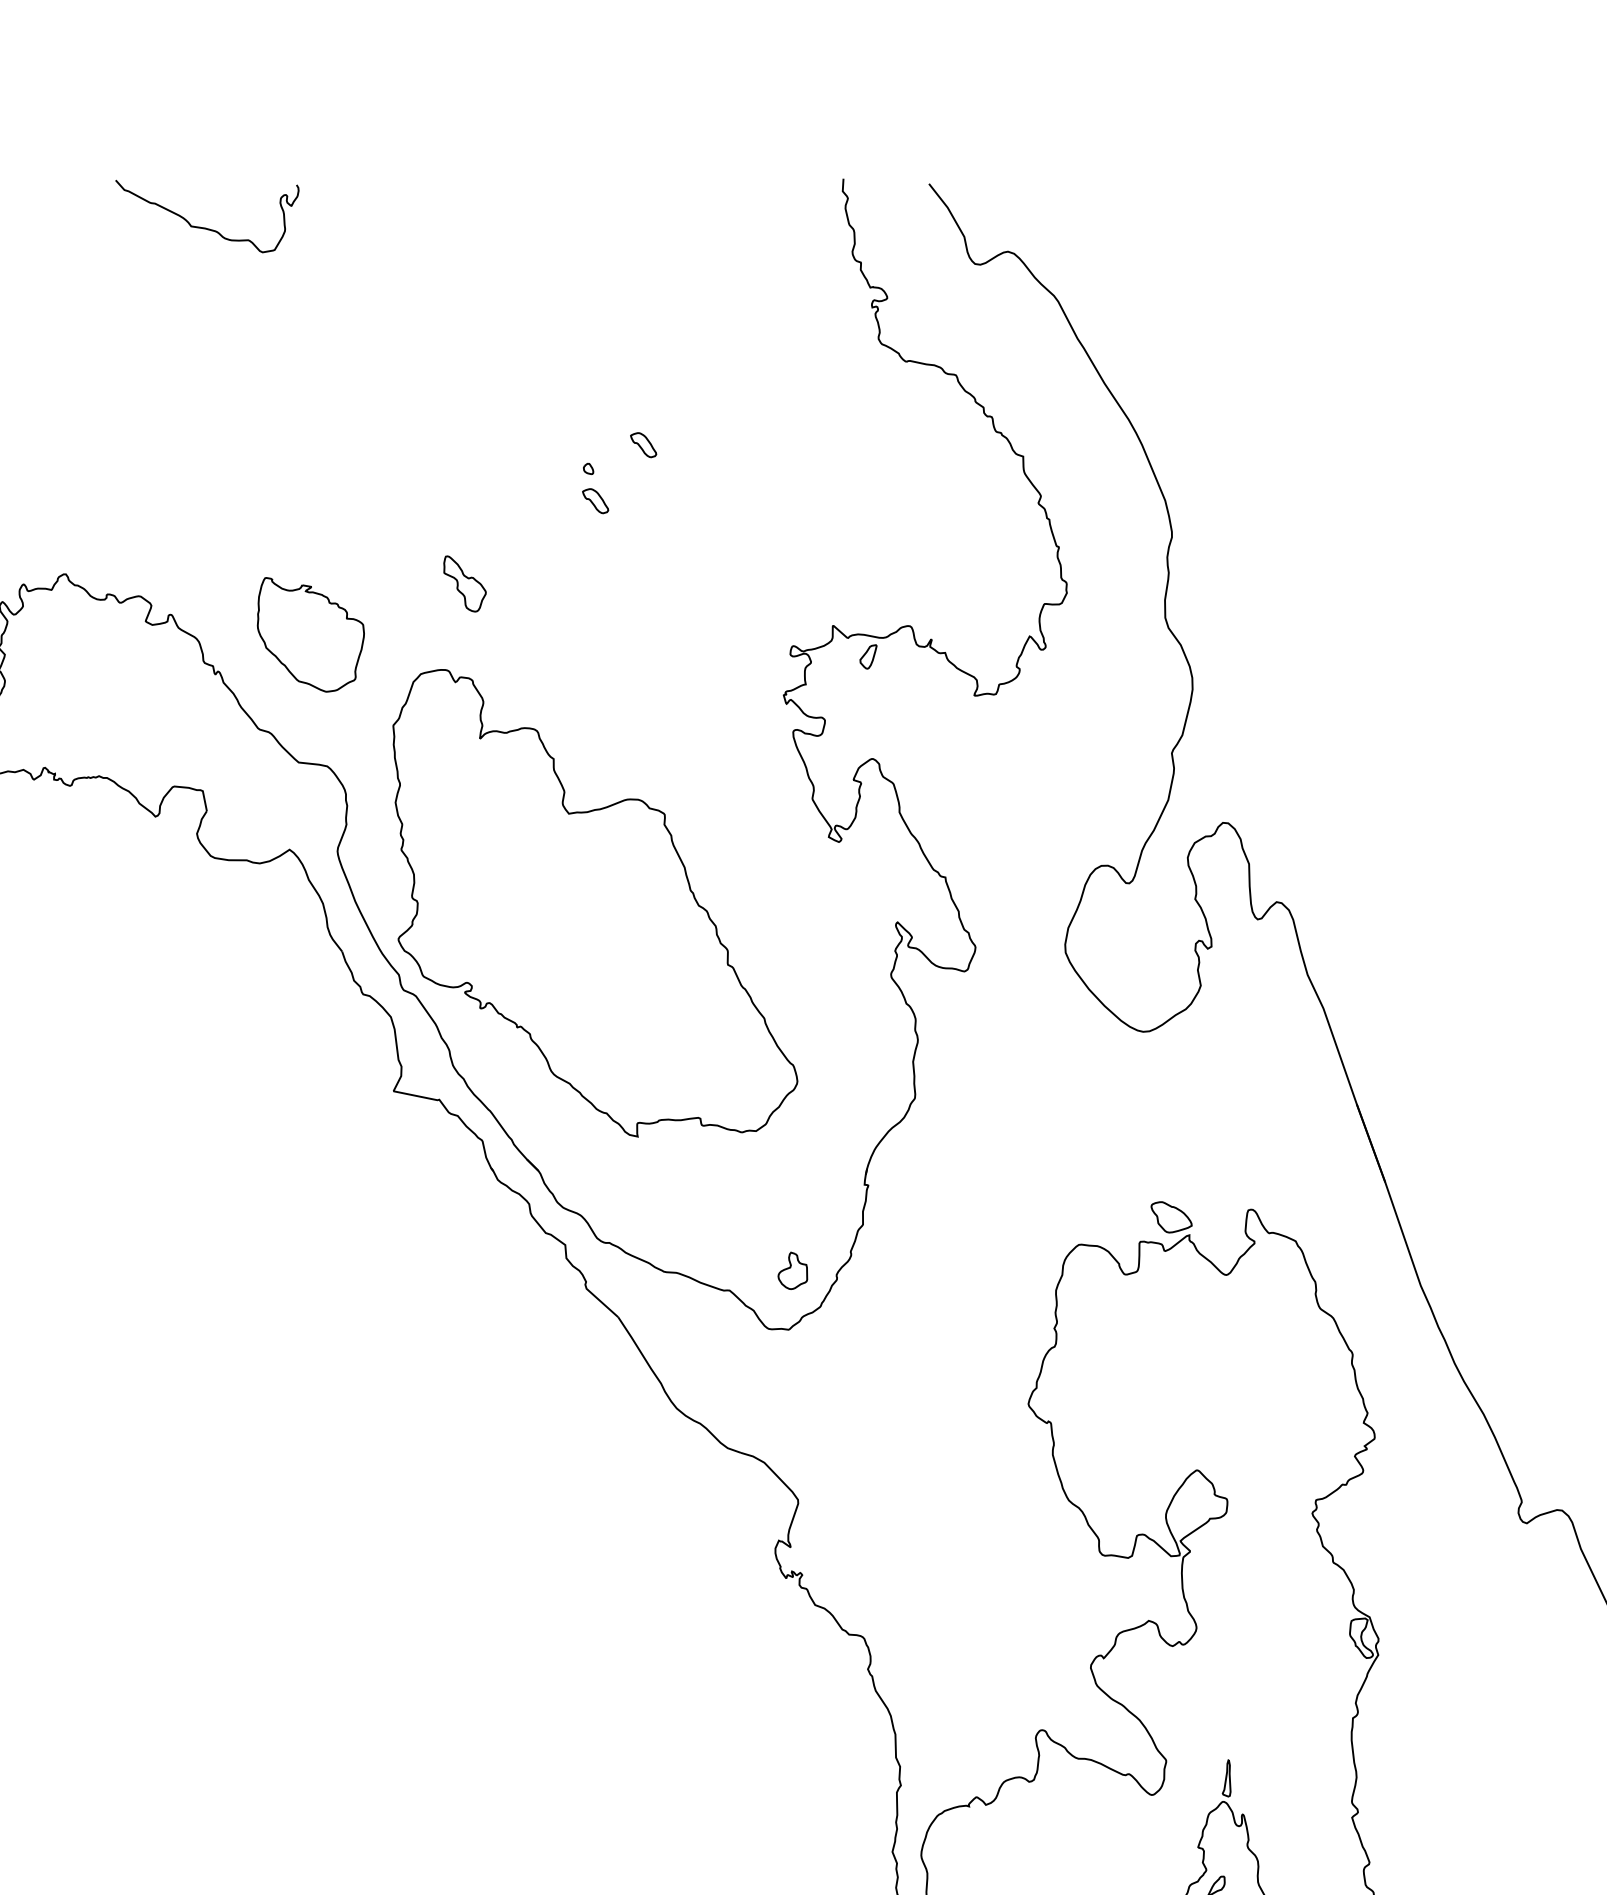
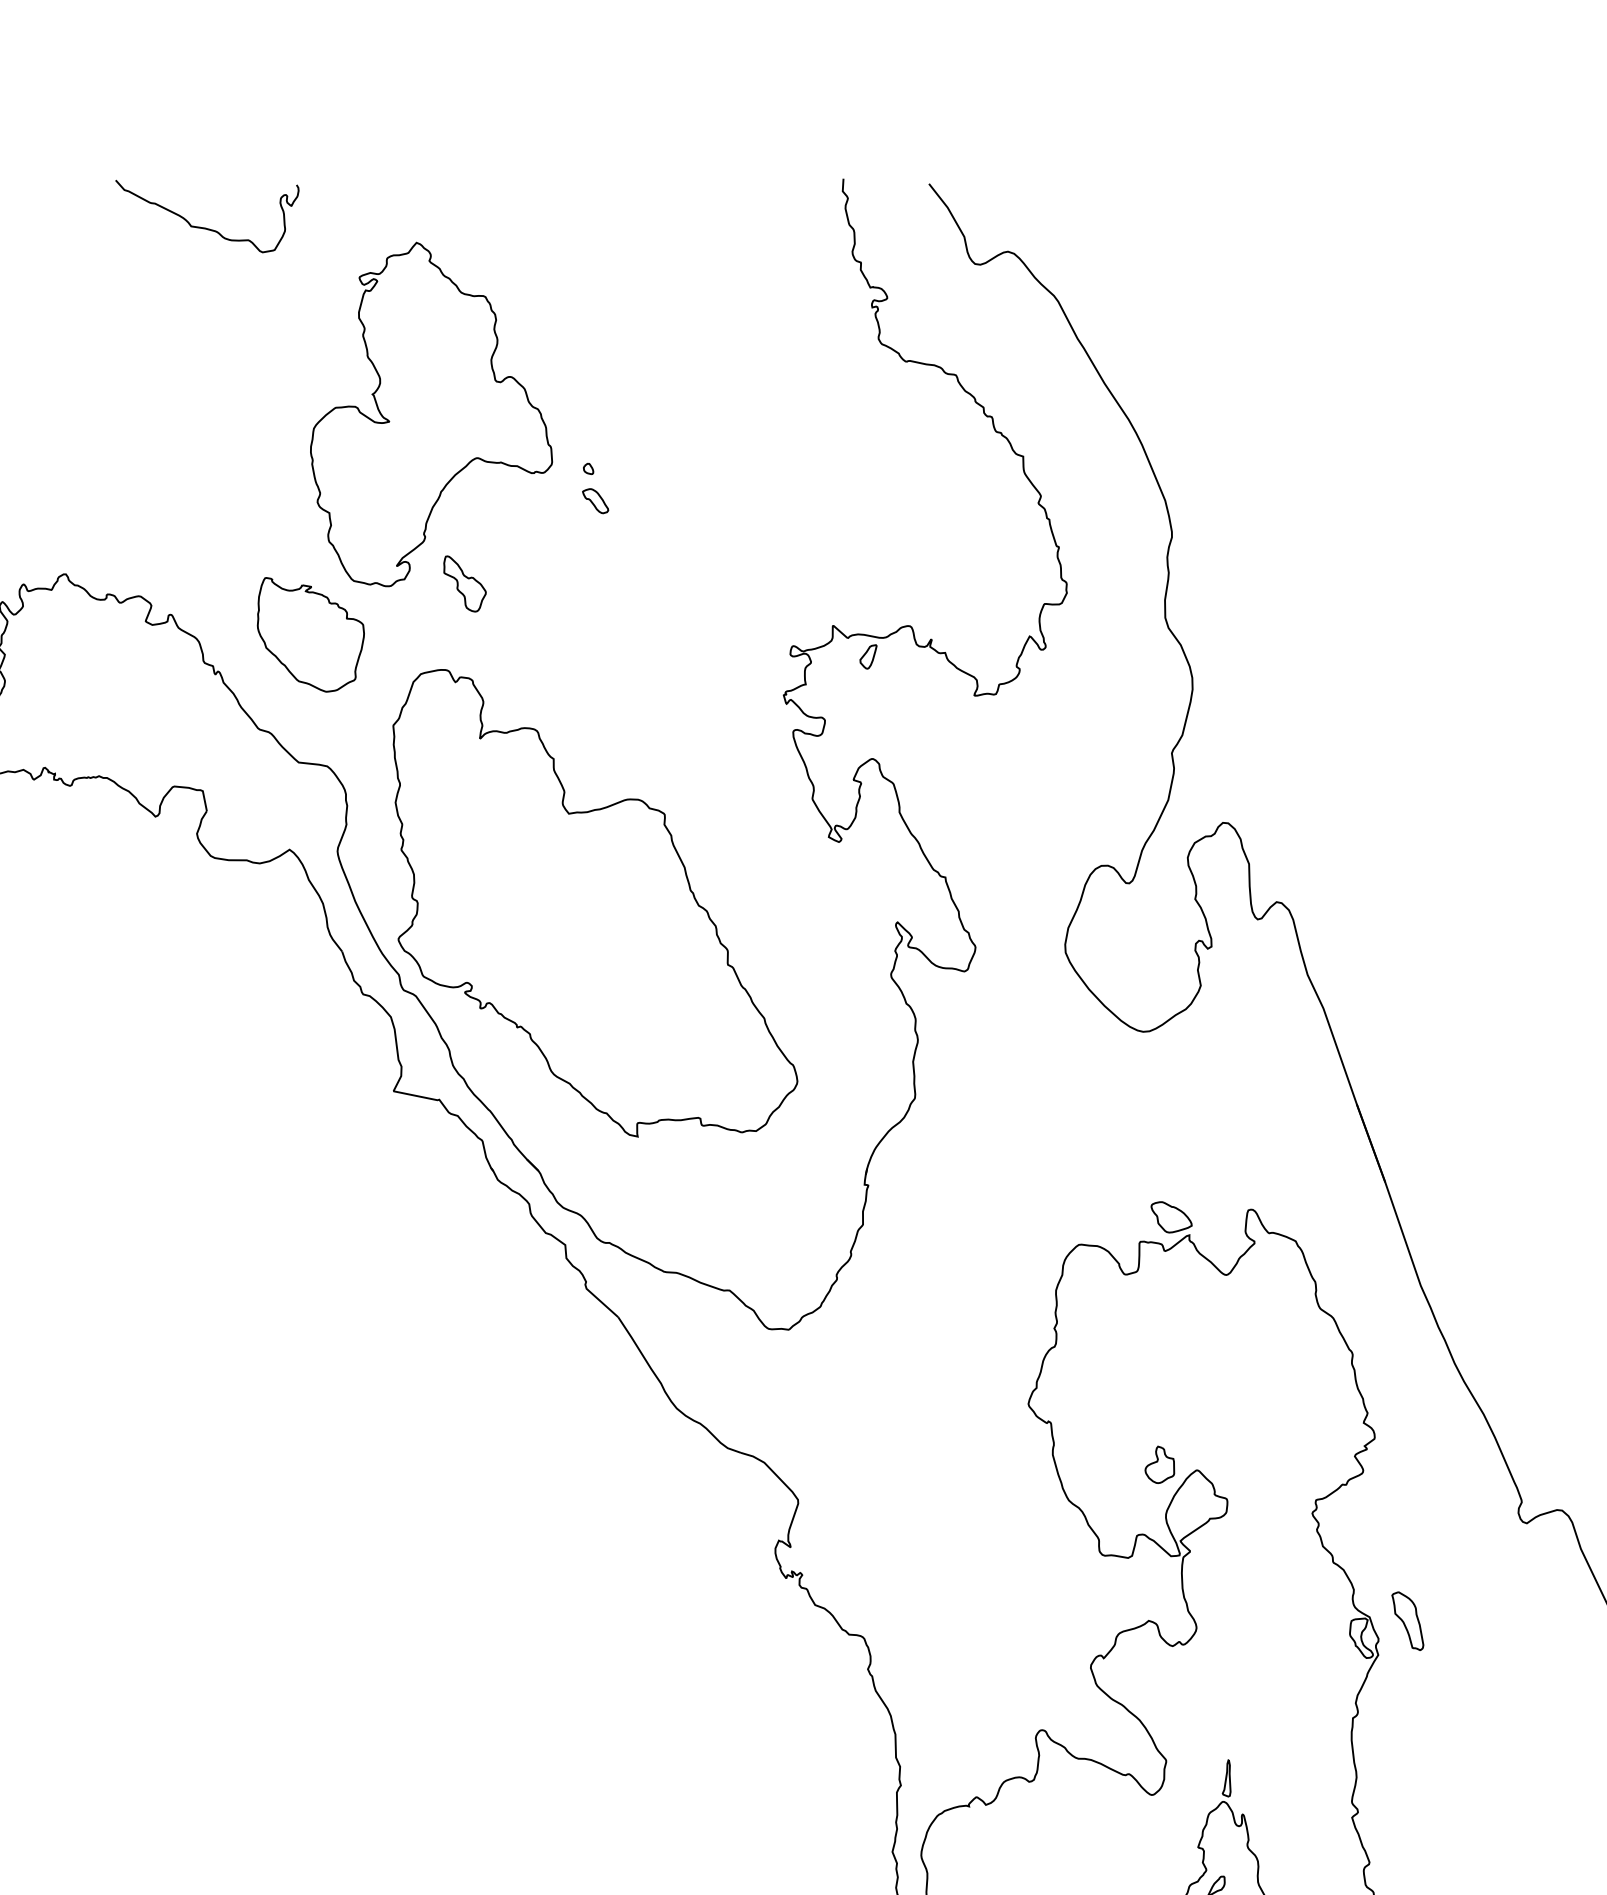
part at (431, 414): none -> present
part at (643, 445): present -> none
part at (792, 1270) position: (792, 1270) -> (1159, 1464)
part at (1407, 1620): none -> present
